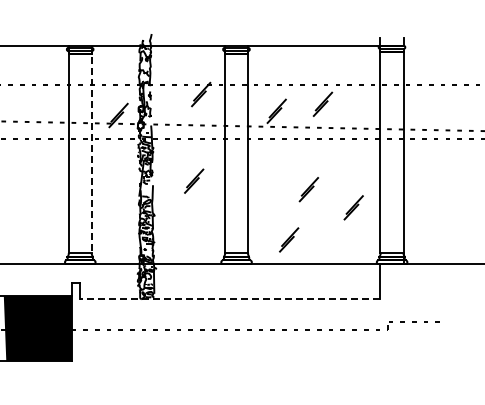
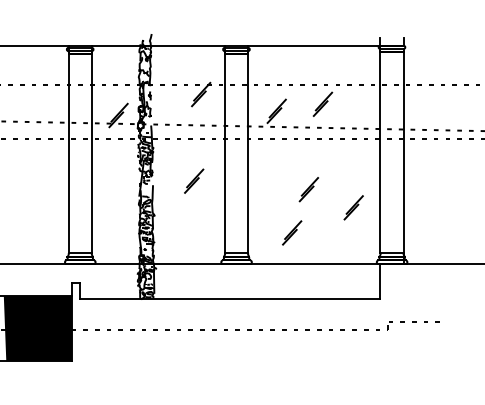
line at (91, 149): dashed -> solid
part at (289, 239) position: (289, 239) -> (292, 232)
line at (229, 298): dashed -> solid
